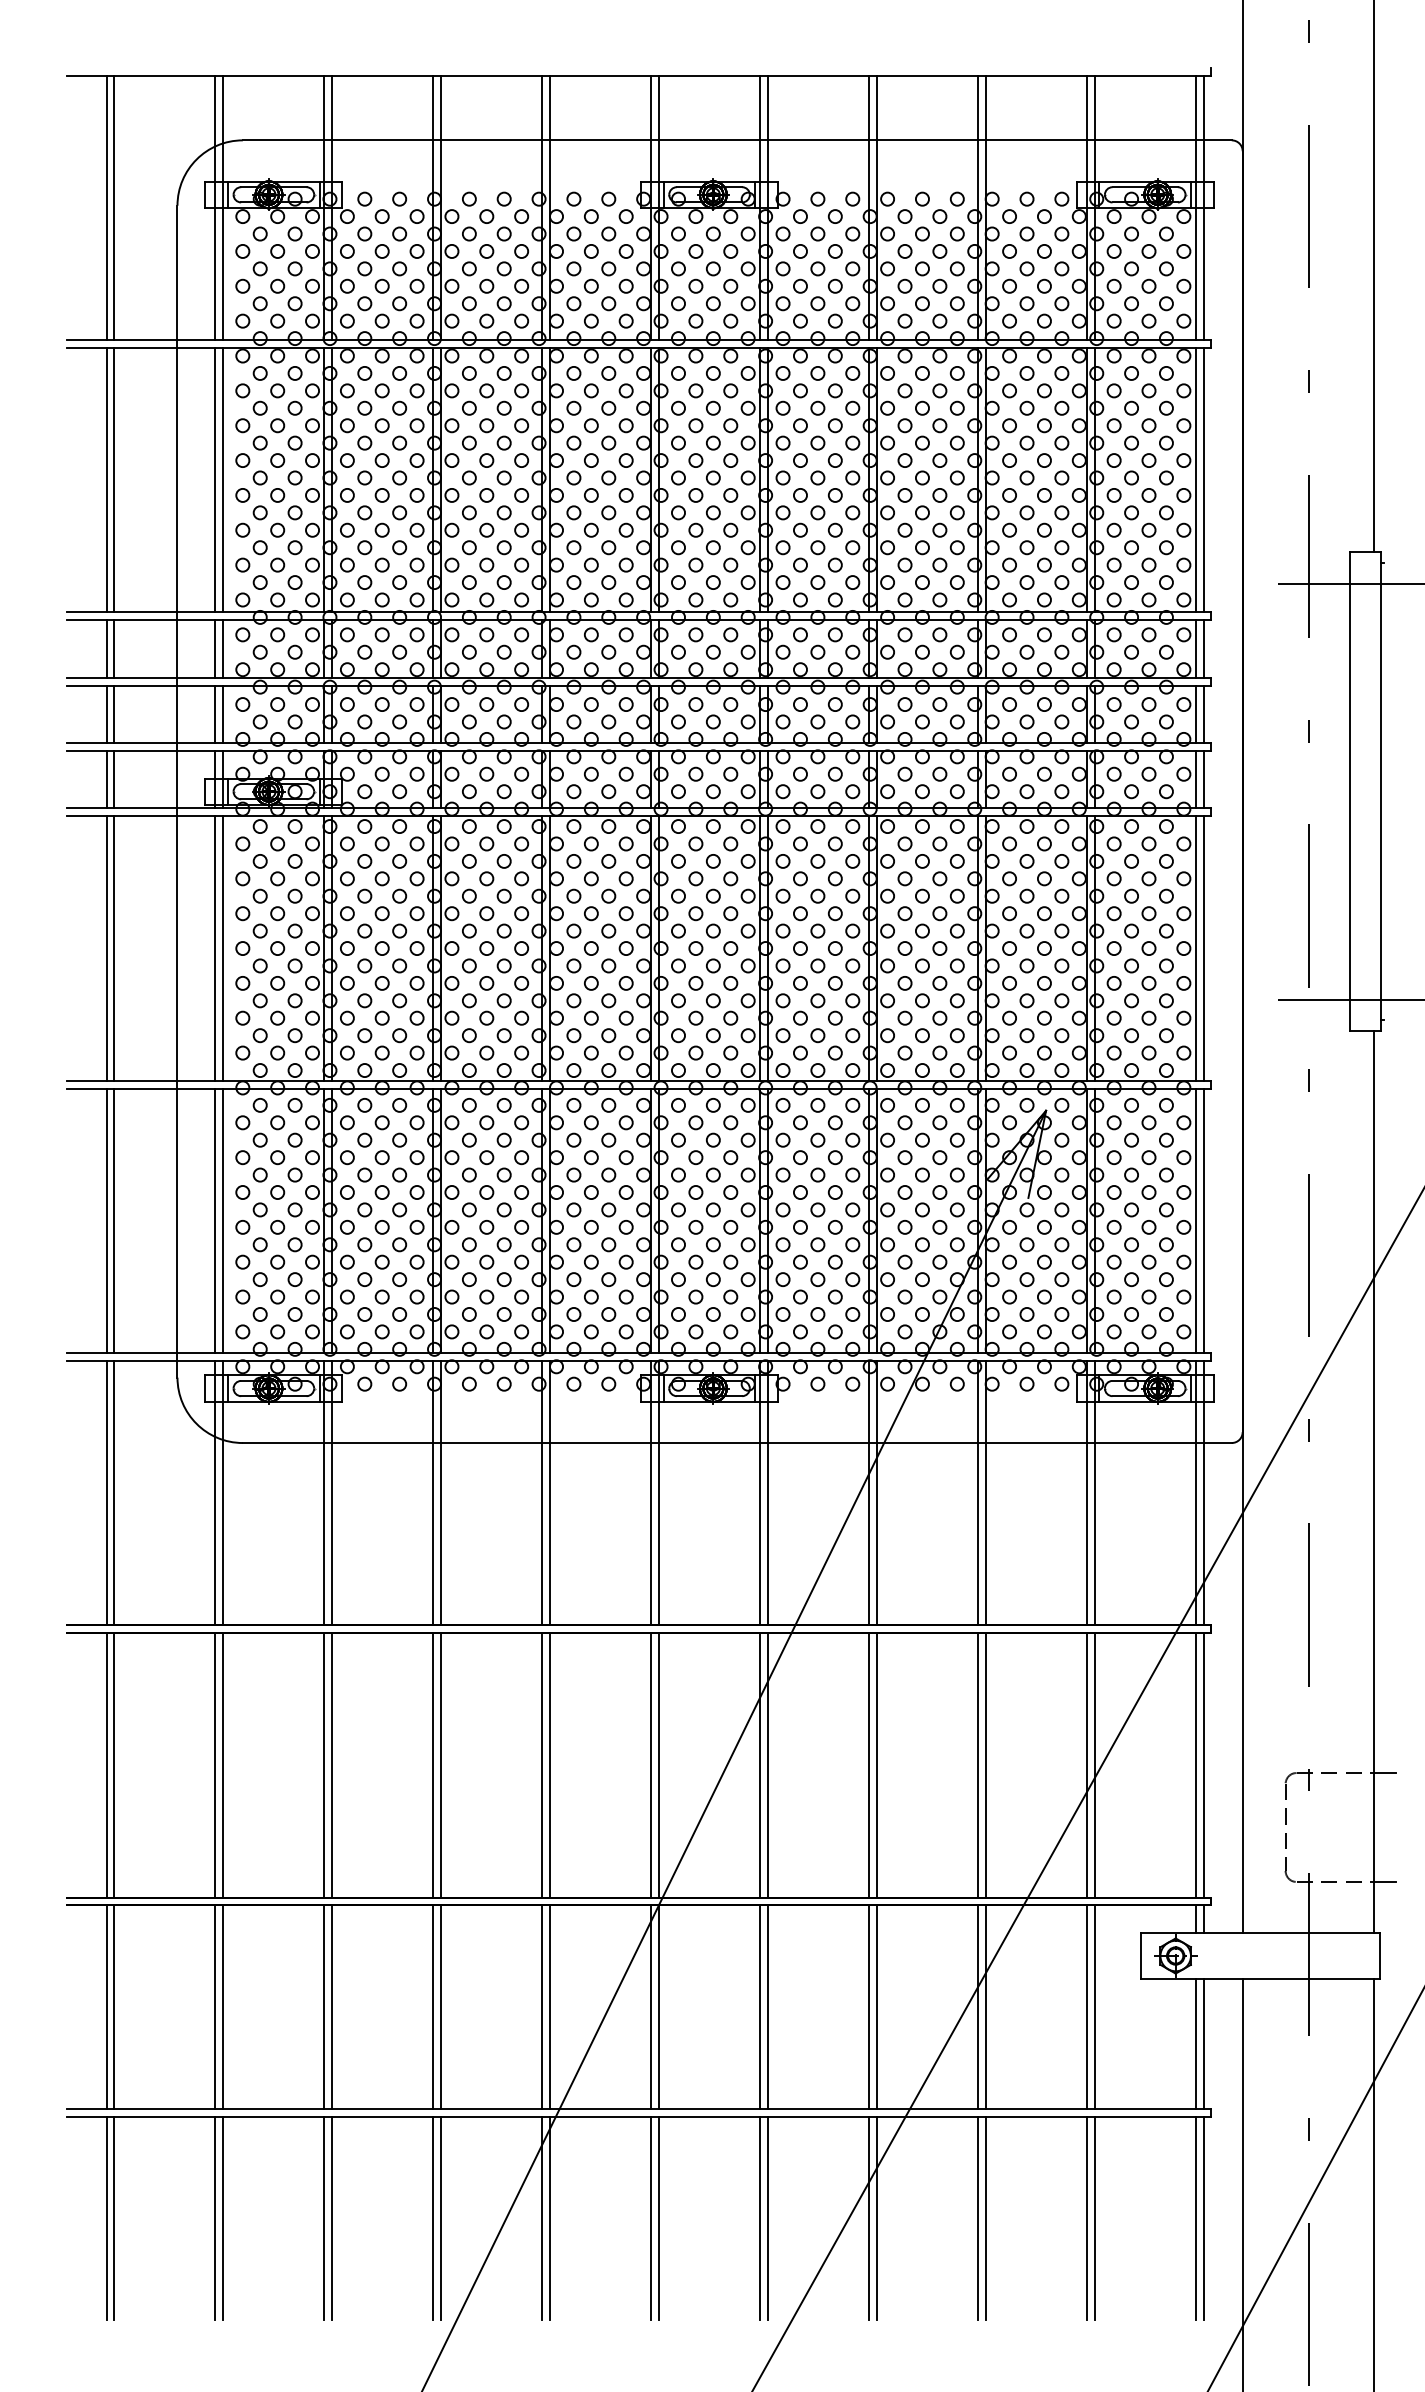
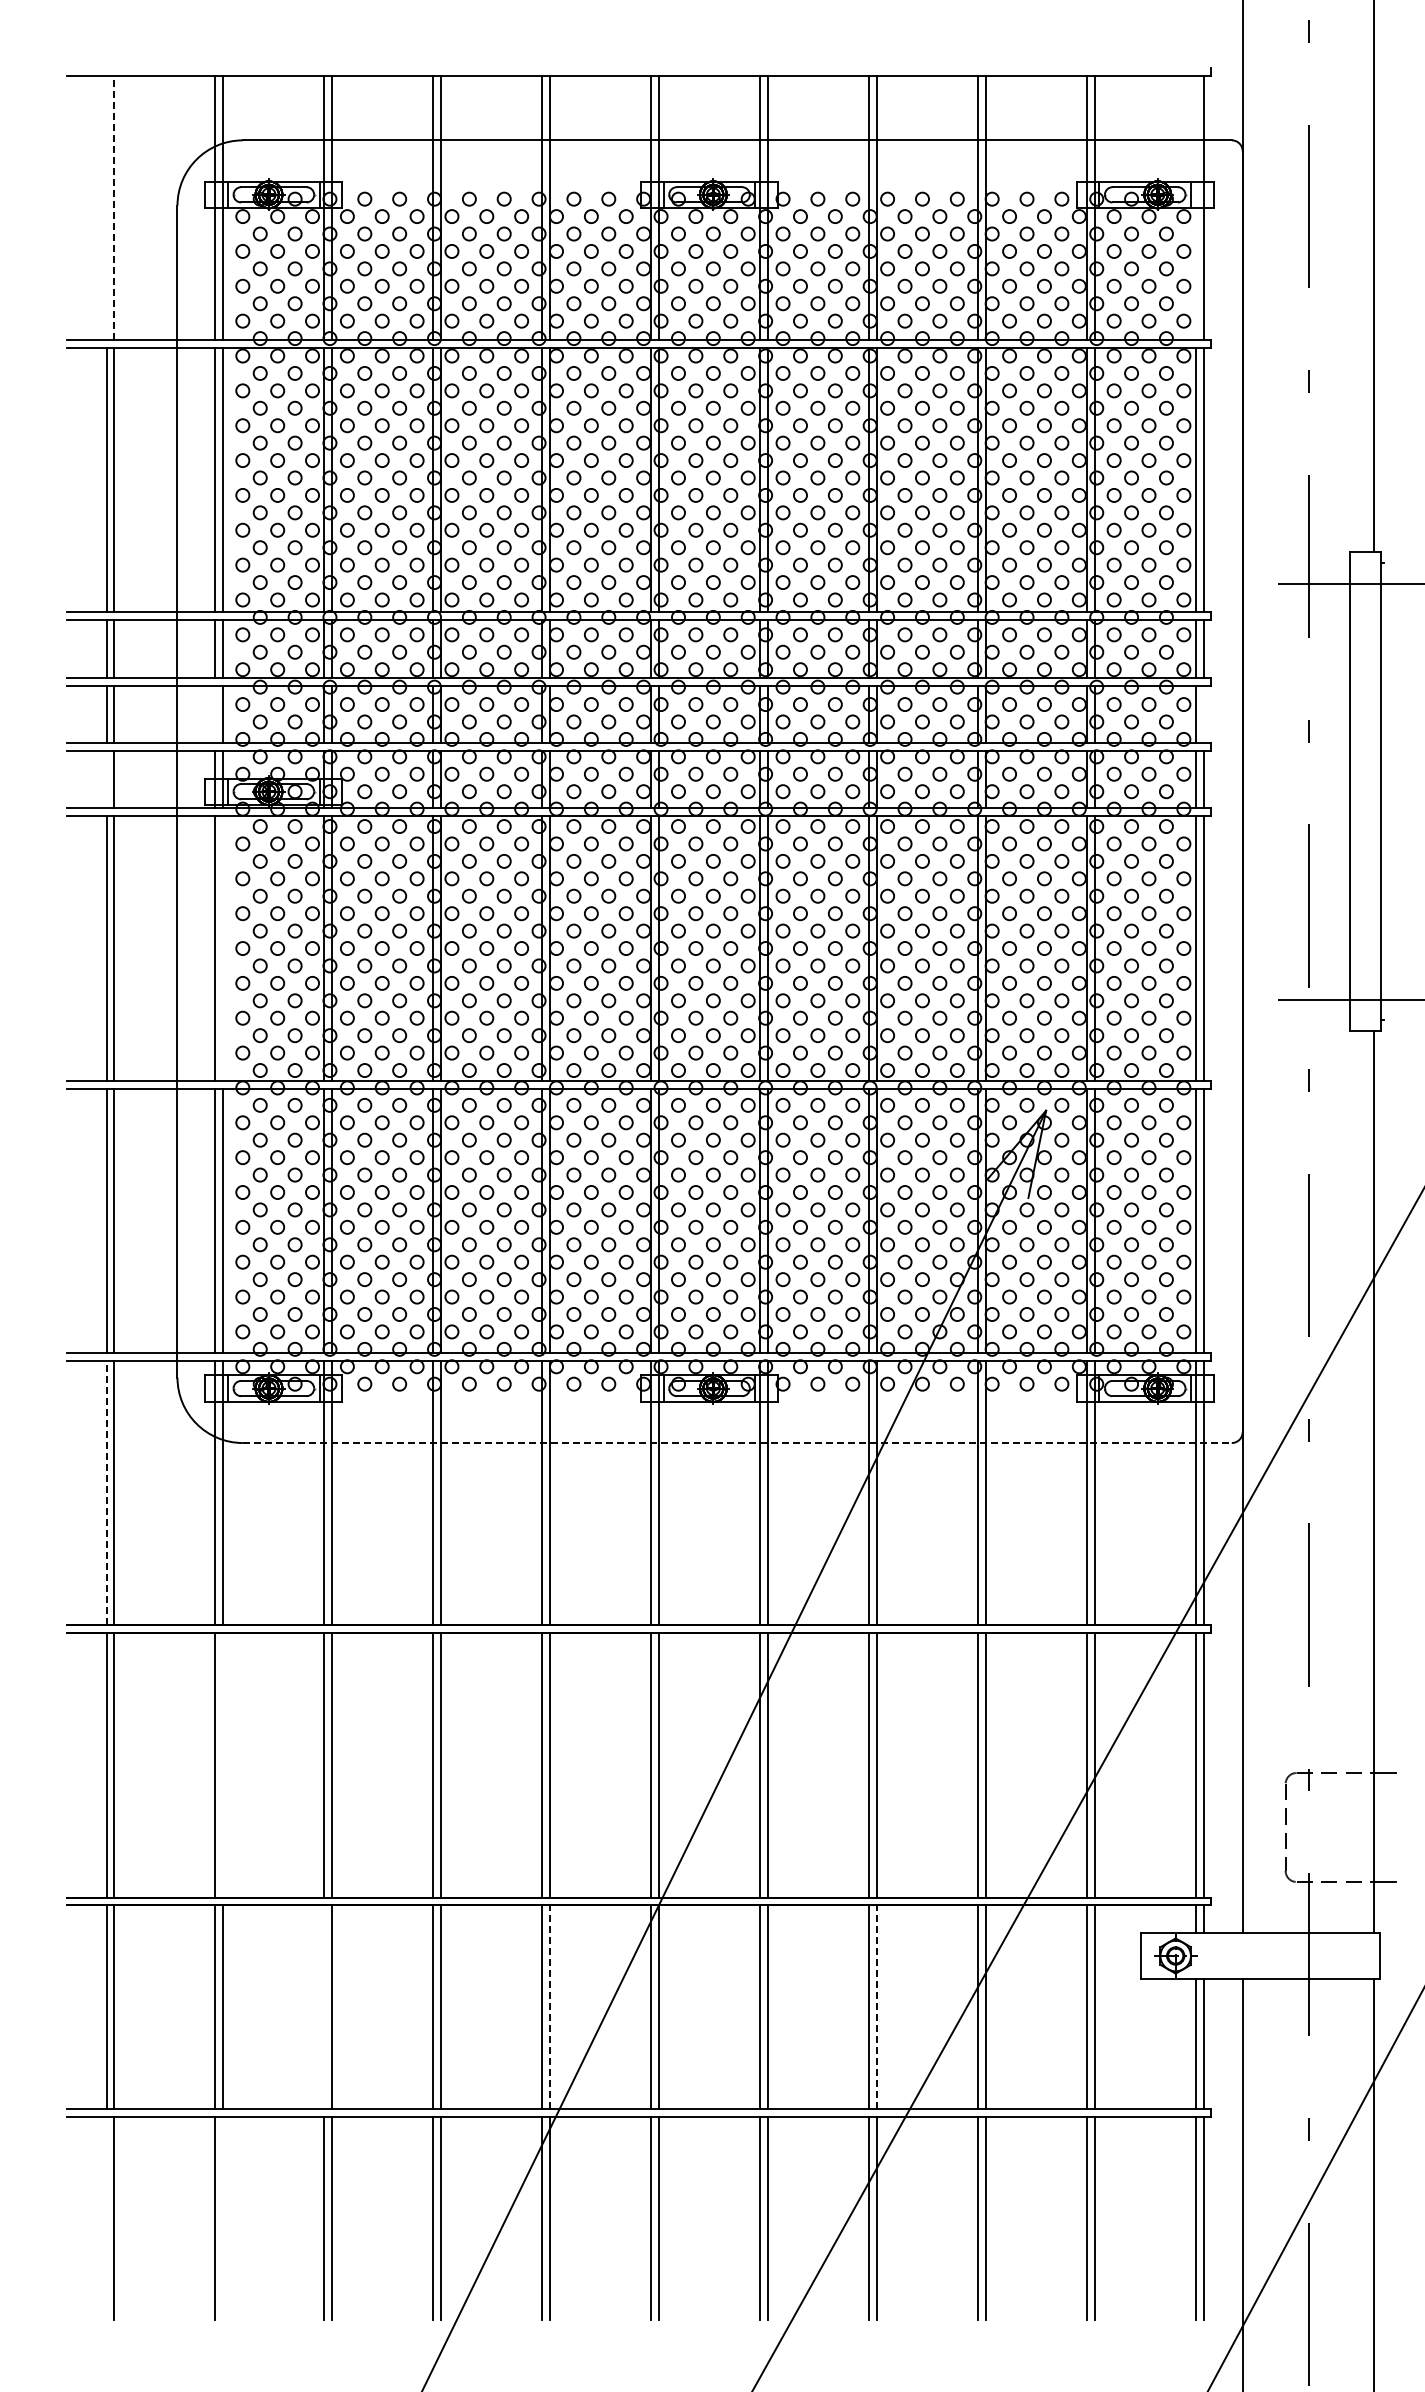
line at (106, 207): present -> none
line at (114, 207): solid -> dashed
line at (1195, 207): present -> none
line at (215, 714): present -> none
line at (1203, 714): present -> none
line at (106, 779): present -> none
line at (223, 948): present -> none
line at (737, 1443): solid -> dashed
line at (106, 1492): solid -> dashed
line at (223, 1765): present -> none
line at (324, 2006): present -> none
line at (550, 2007): solid -> dashed
line at (876, 2007): solid -> dashed
line at (106, 2218): present -> none
line at (223, 2218): present -> none
